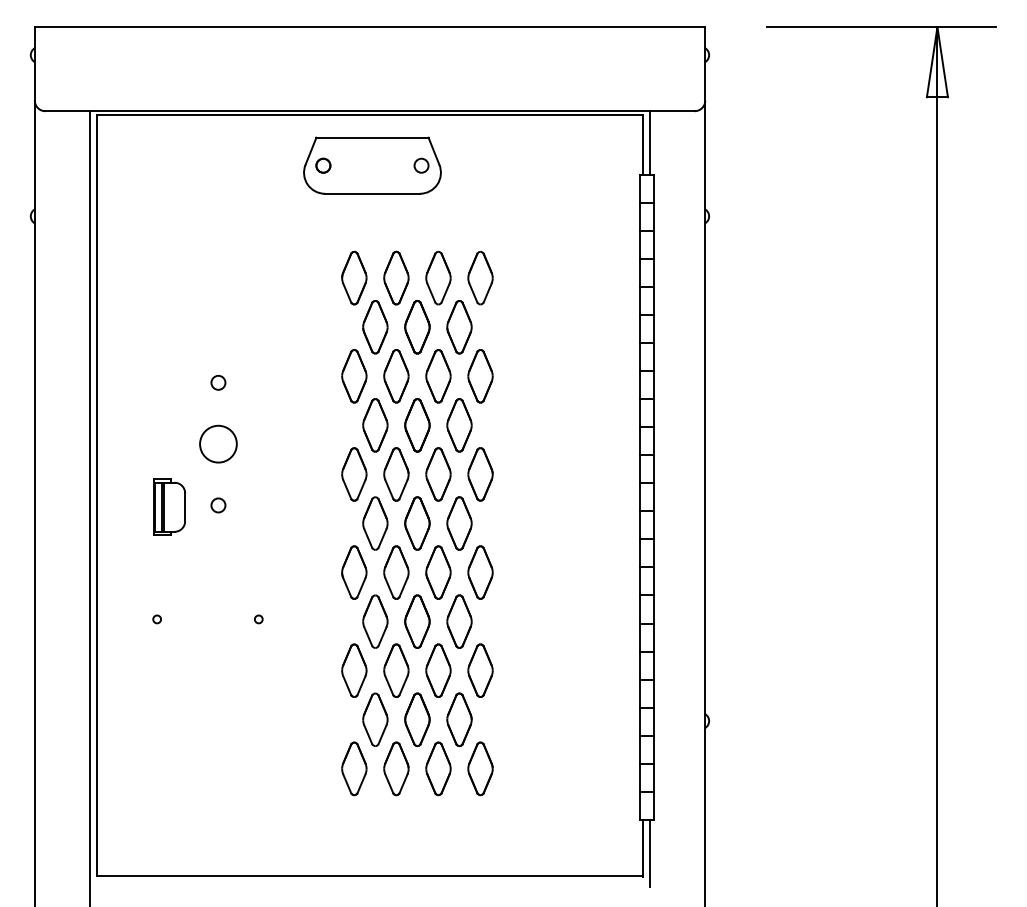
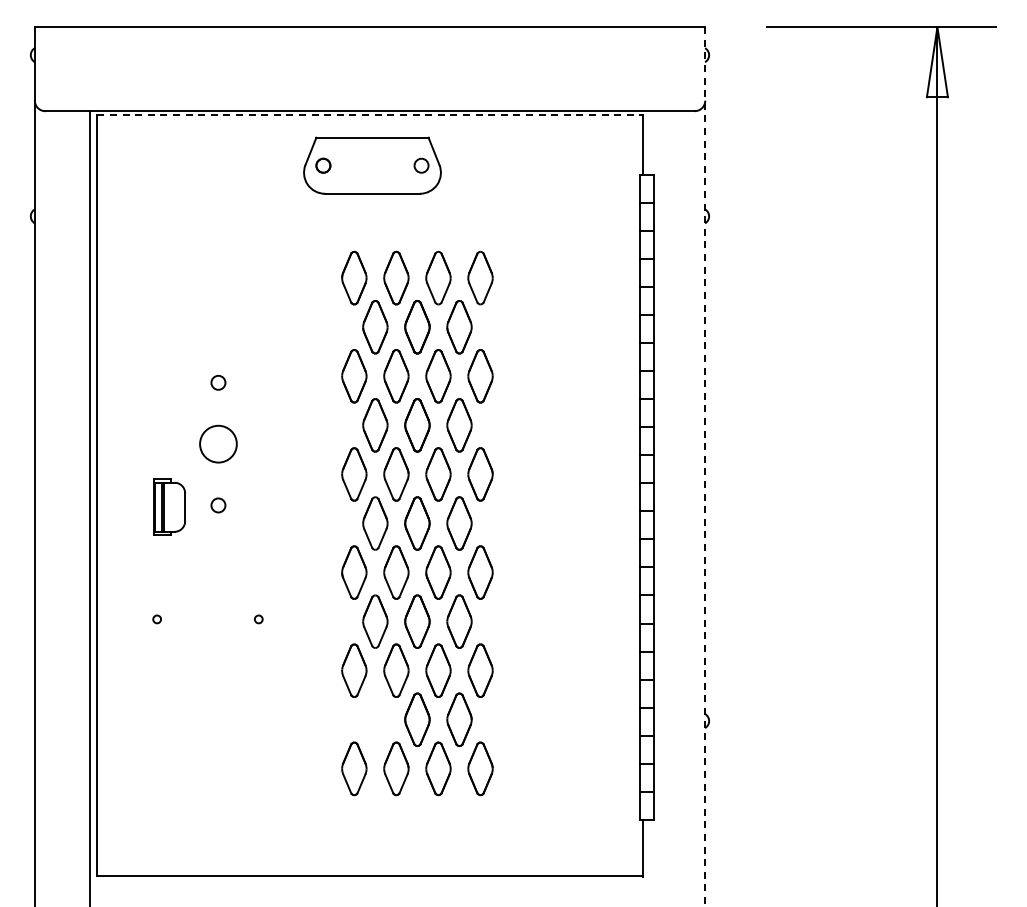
line at (370, 115): solid -> dashed
line at (650, 142): present -> none
line at (705, 467): solid -> dashed
part at (375, 719): present -> none
line at (650, 852): present -> none
